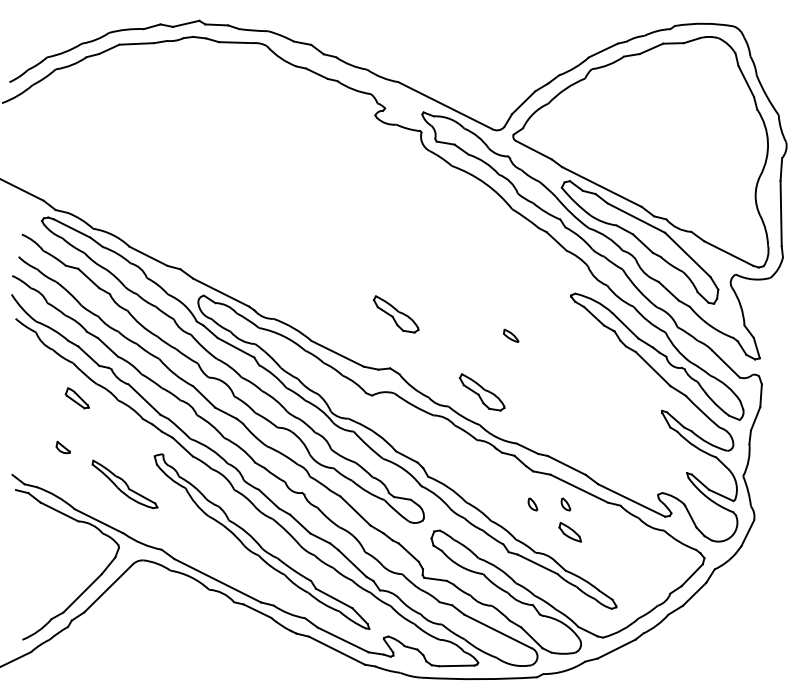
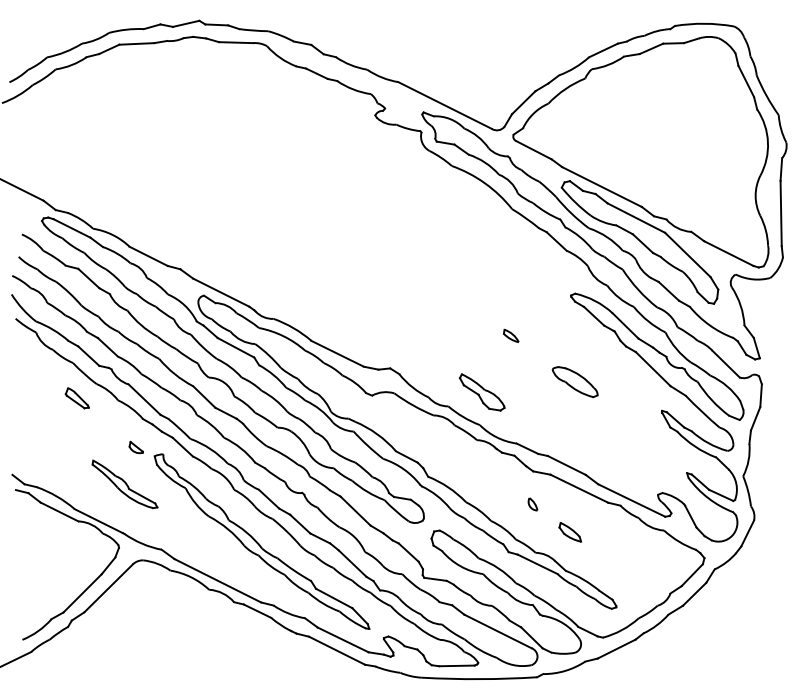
part at (395, 314): present -> none
part at (574, 382): none -> present
part at (62, 447) position: (62, 447) -> (135, 447)
part at (565, 504): present -> none
